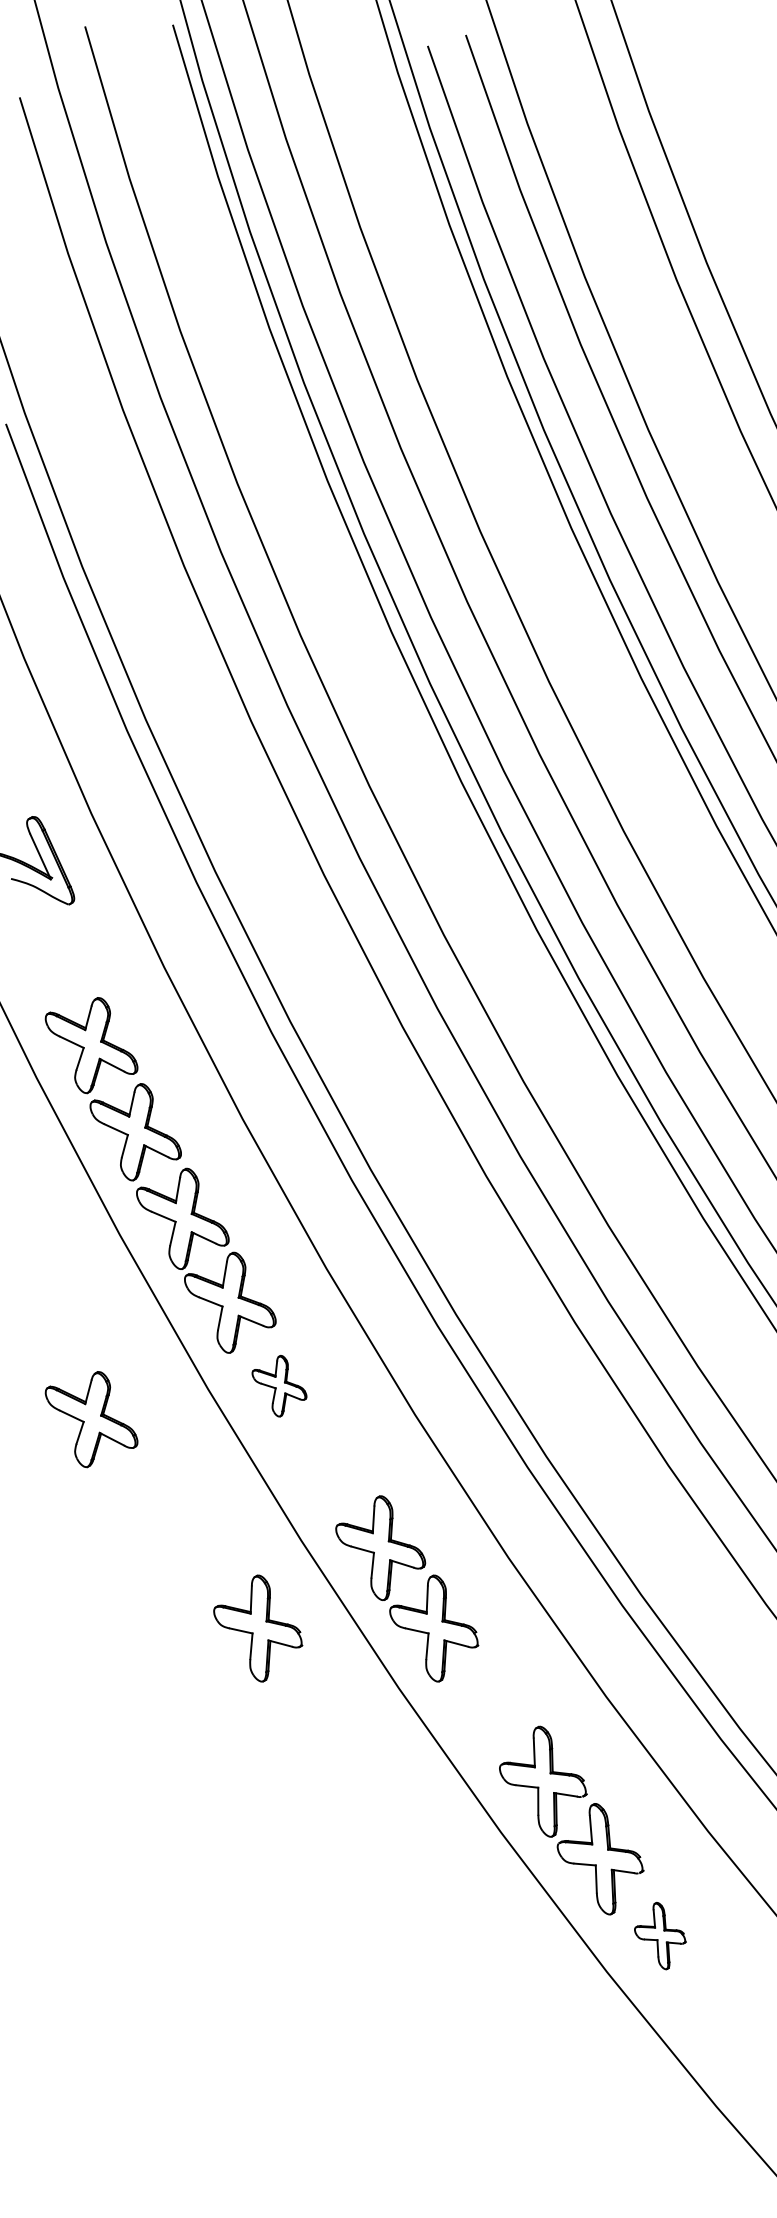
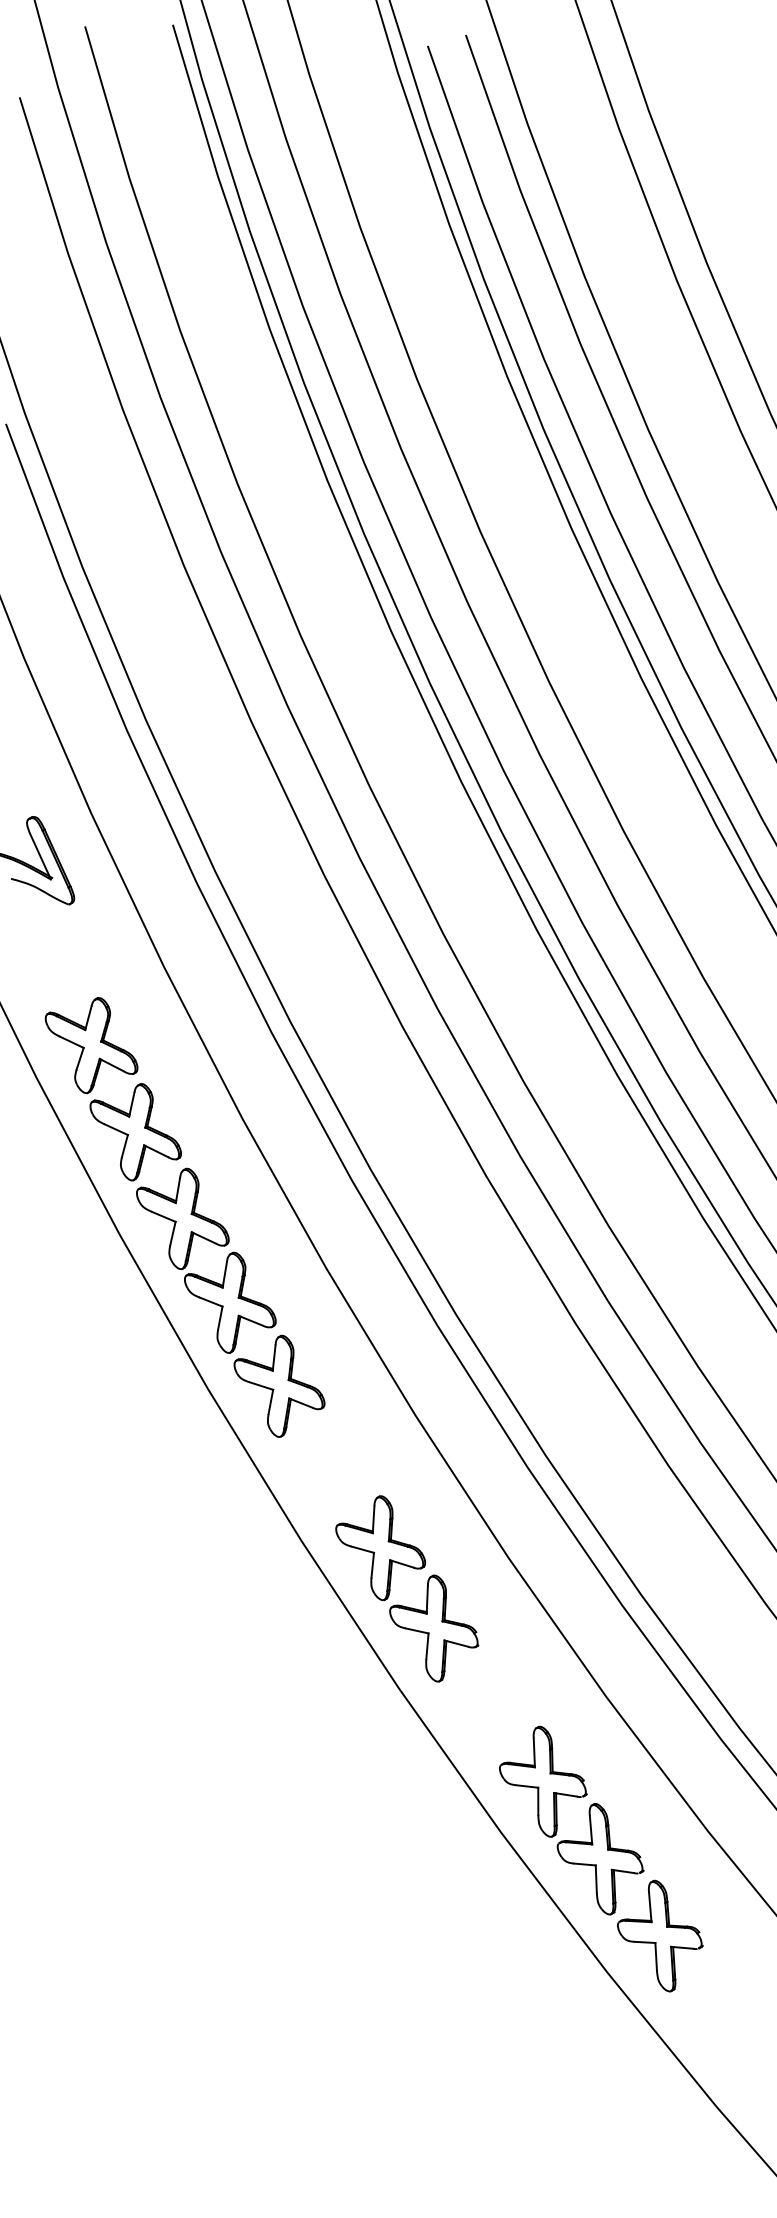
part at (279, 1386) size: 57x63 px -> 93x104 px
part at (91, 1419): present -> none
part at (258, 1628): present -> none
part at (660, 1935) size: 53x70 px -> 87x114 px
